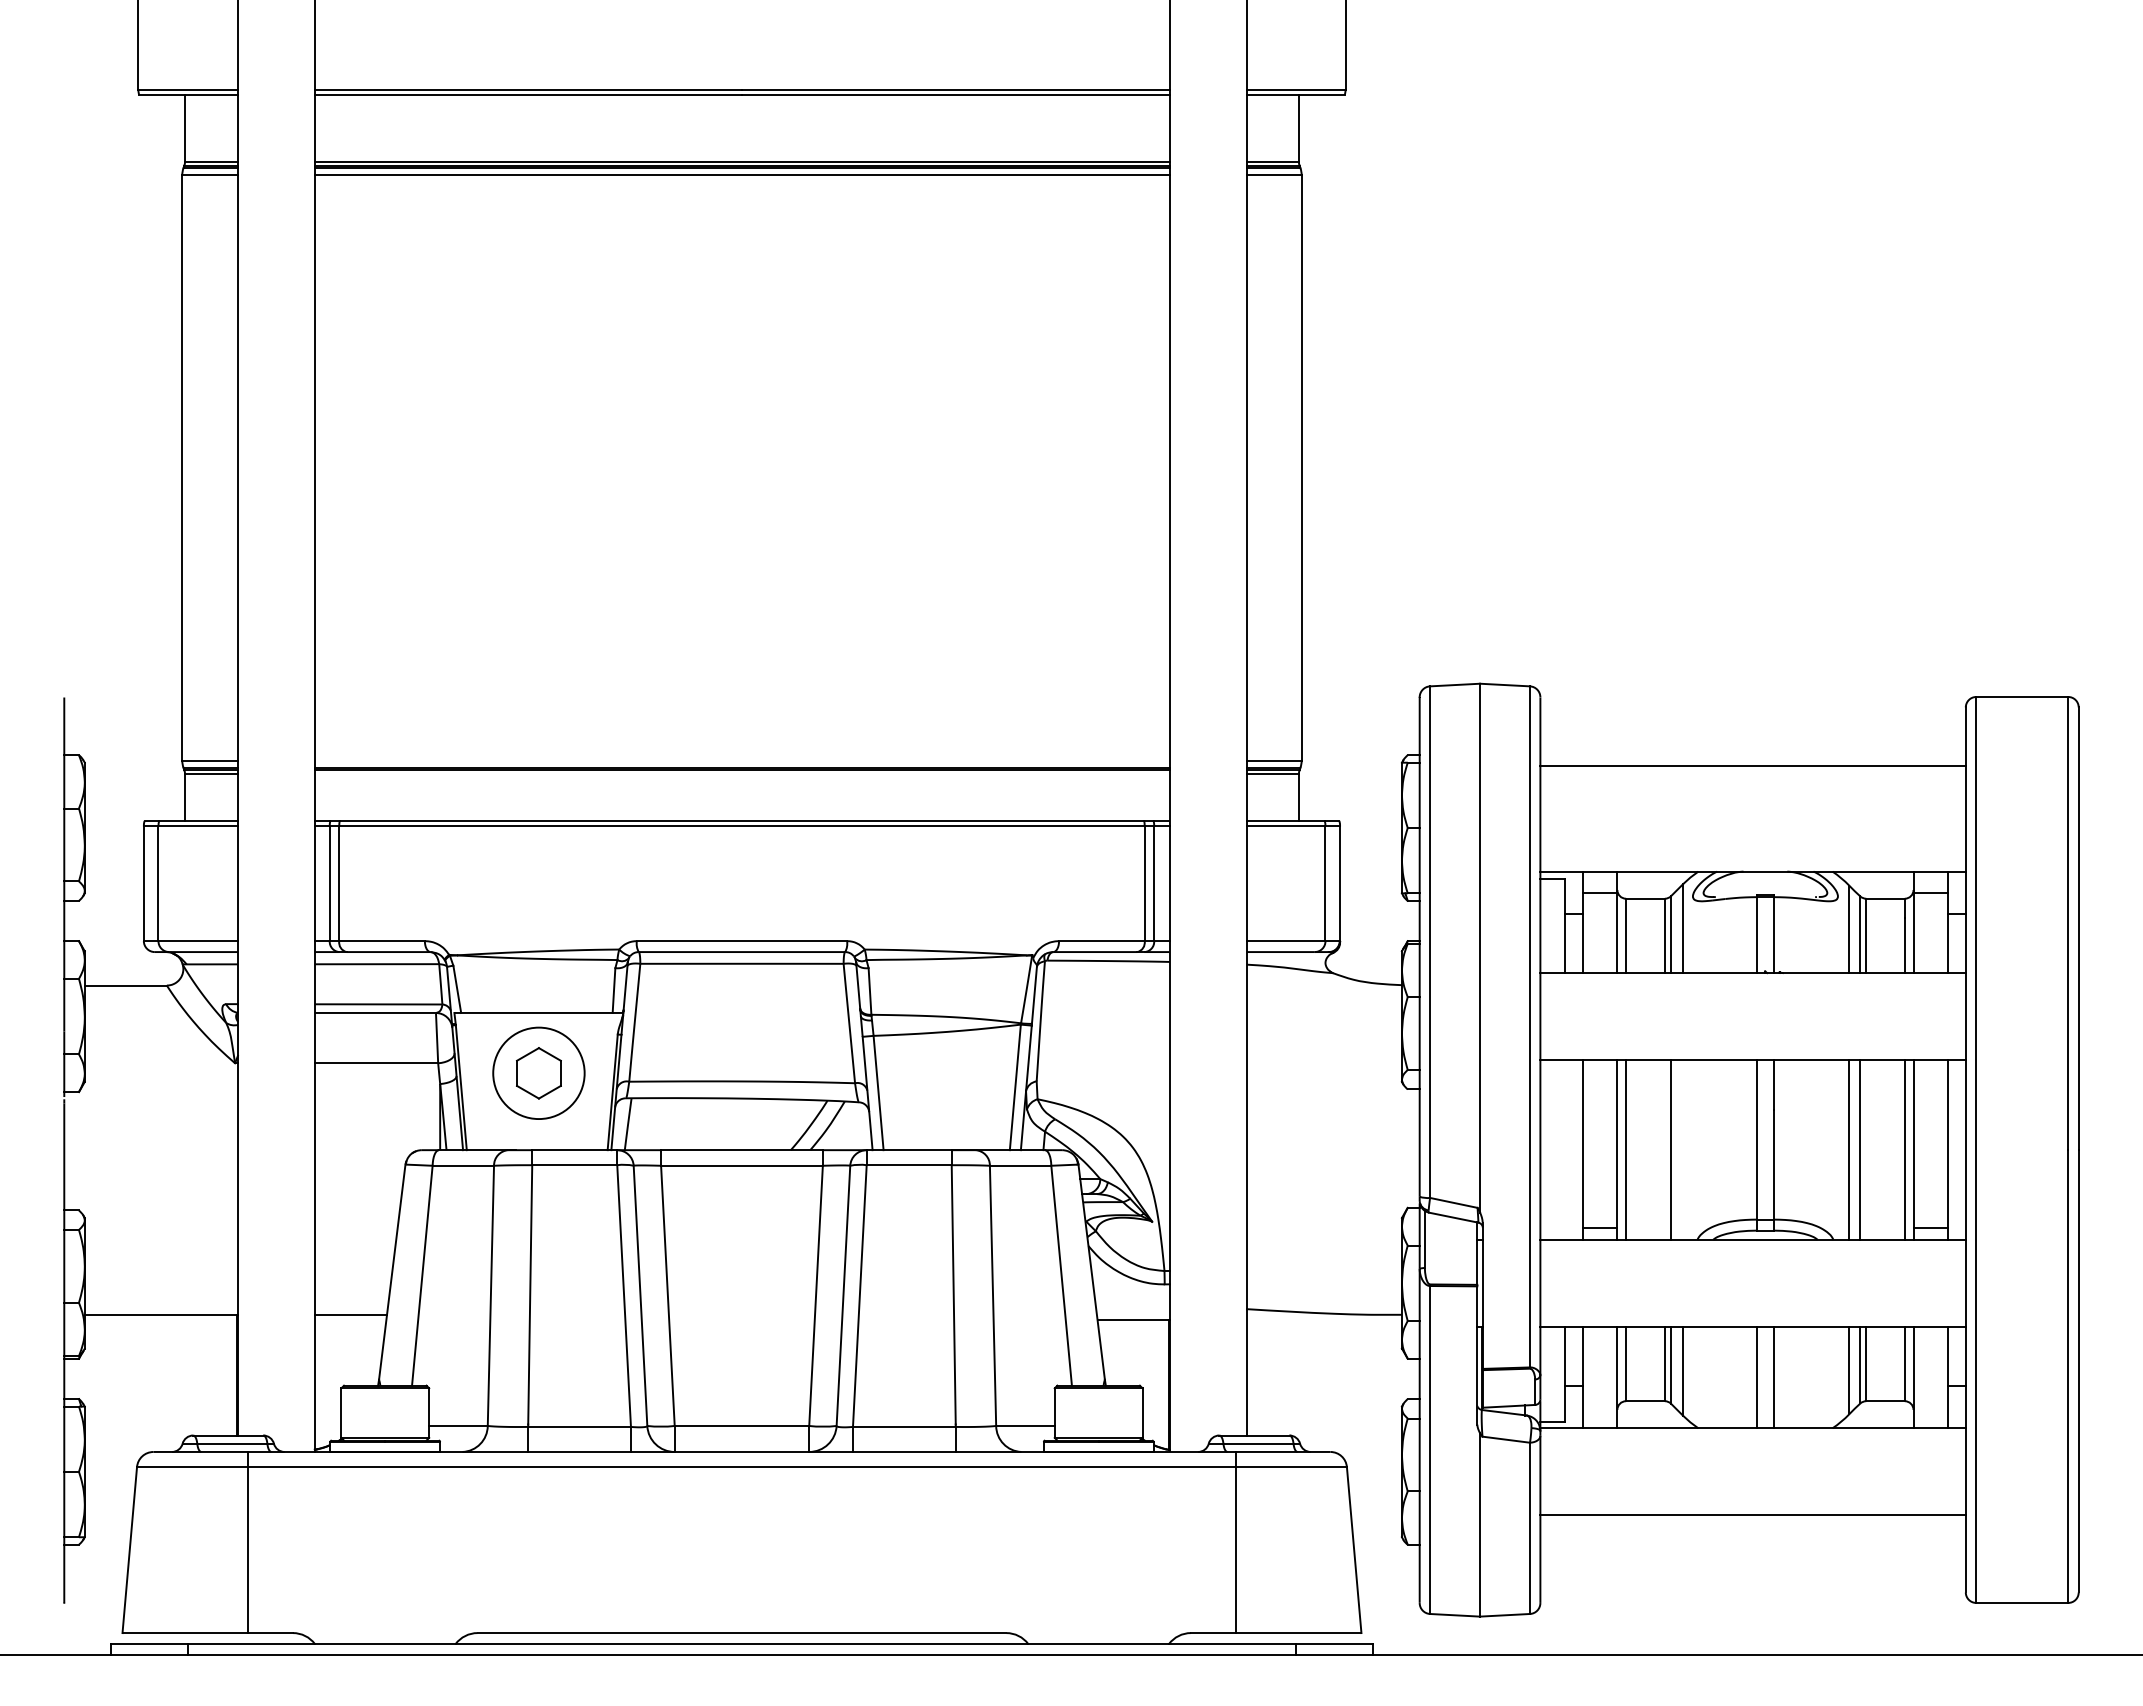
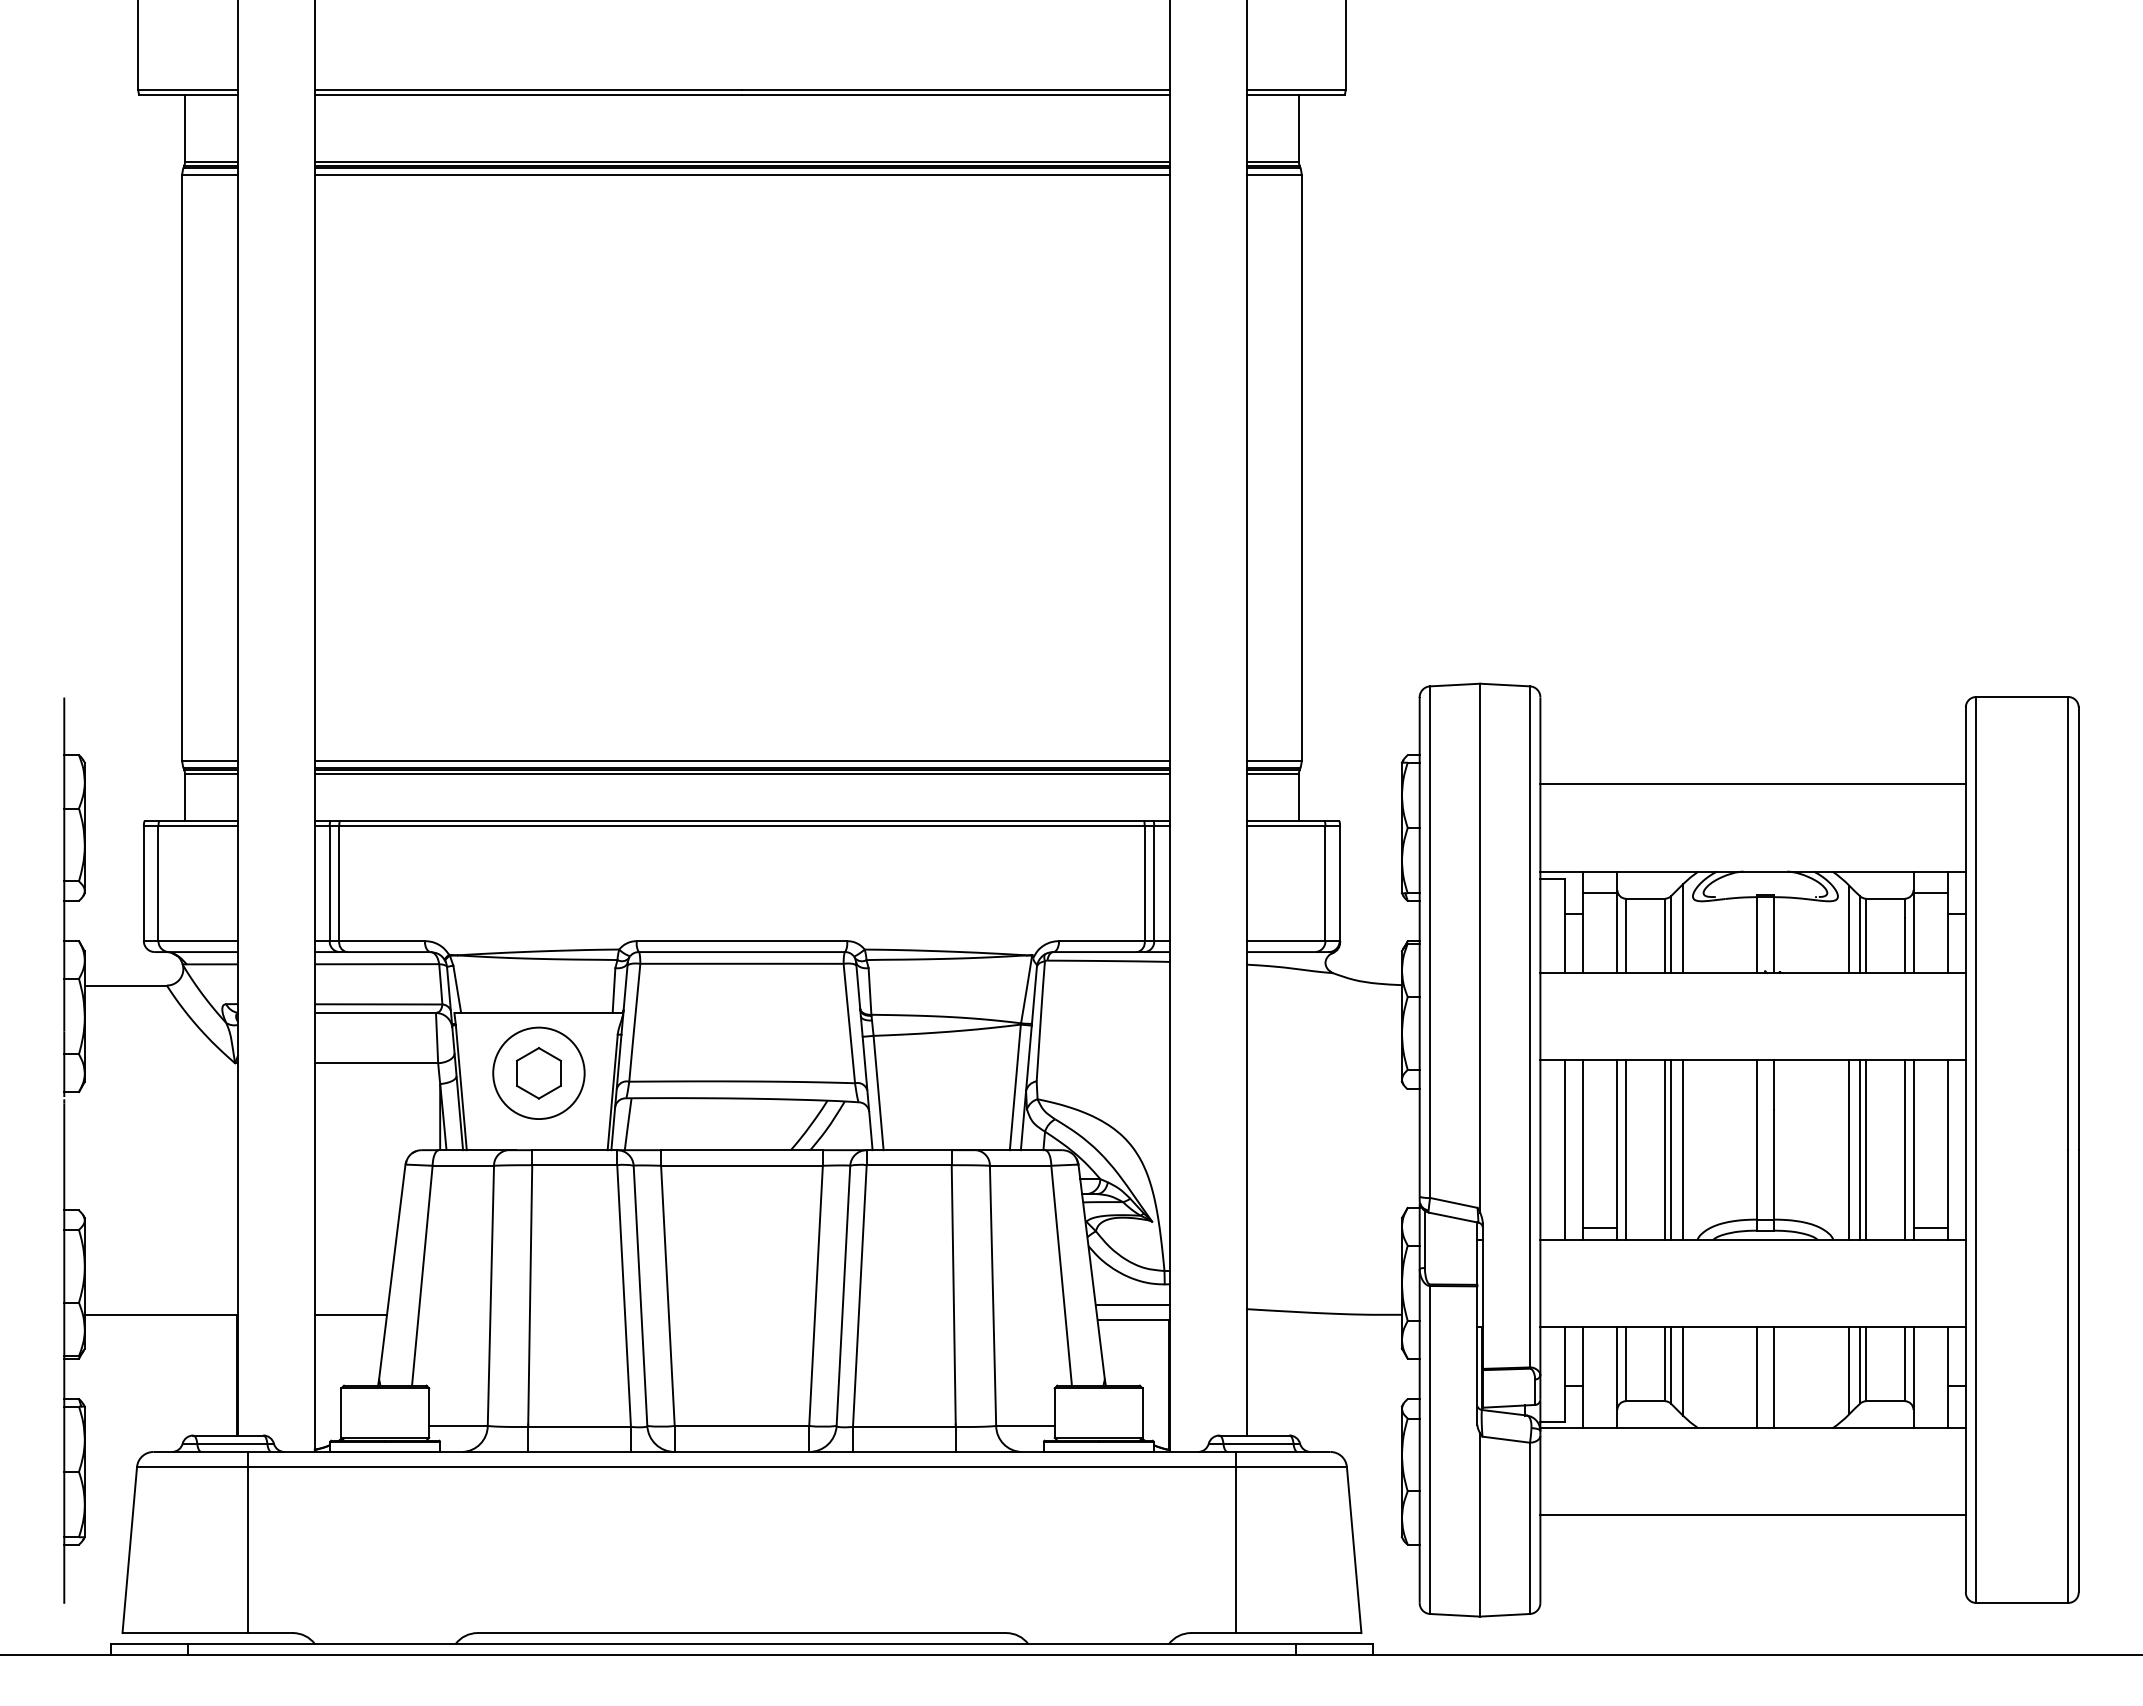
line at (741, 760): none -> present
line at (1752, 766) position: (1752, 766) -> (1752, 784)
line at (741, 773): none -> present
line at (1565, 1149): none -> present
line at (1664, 1149): none -> present
line at (1682, 1149): none -> present
line at (1866, 1149): none -> present
line at (1132, 1304): none -> present
